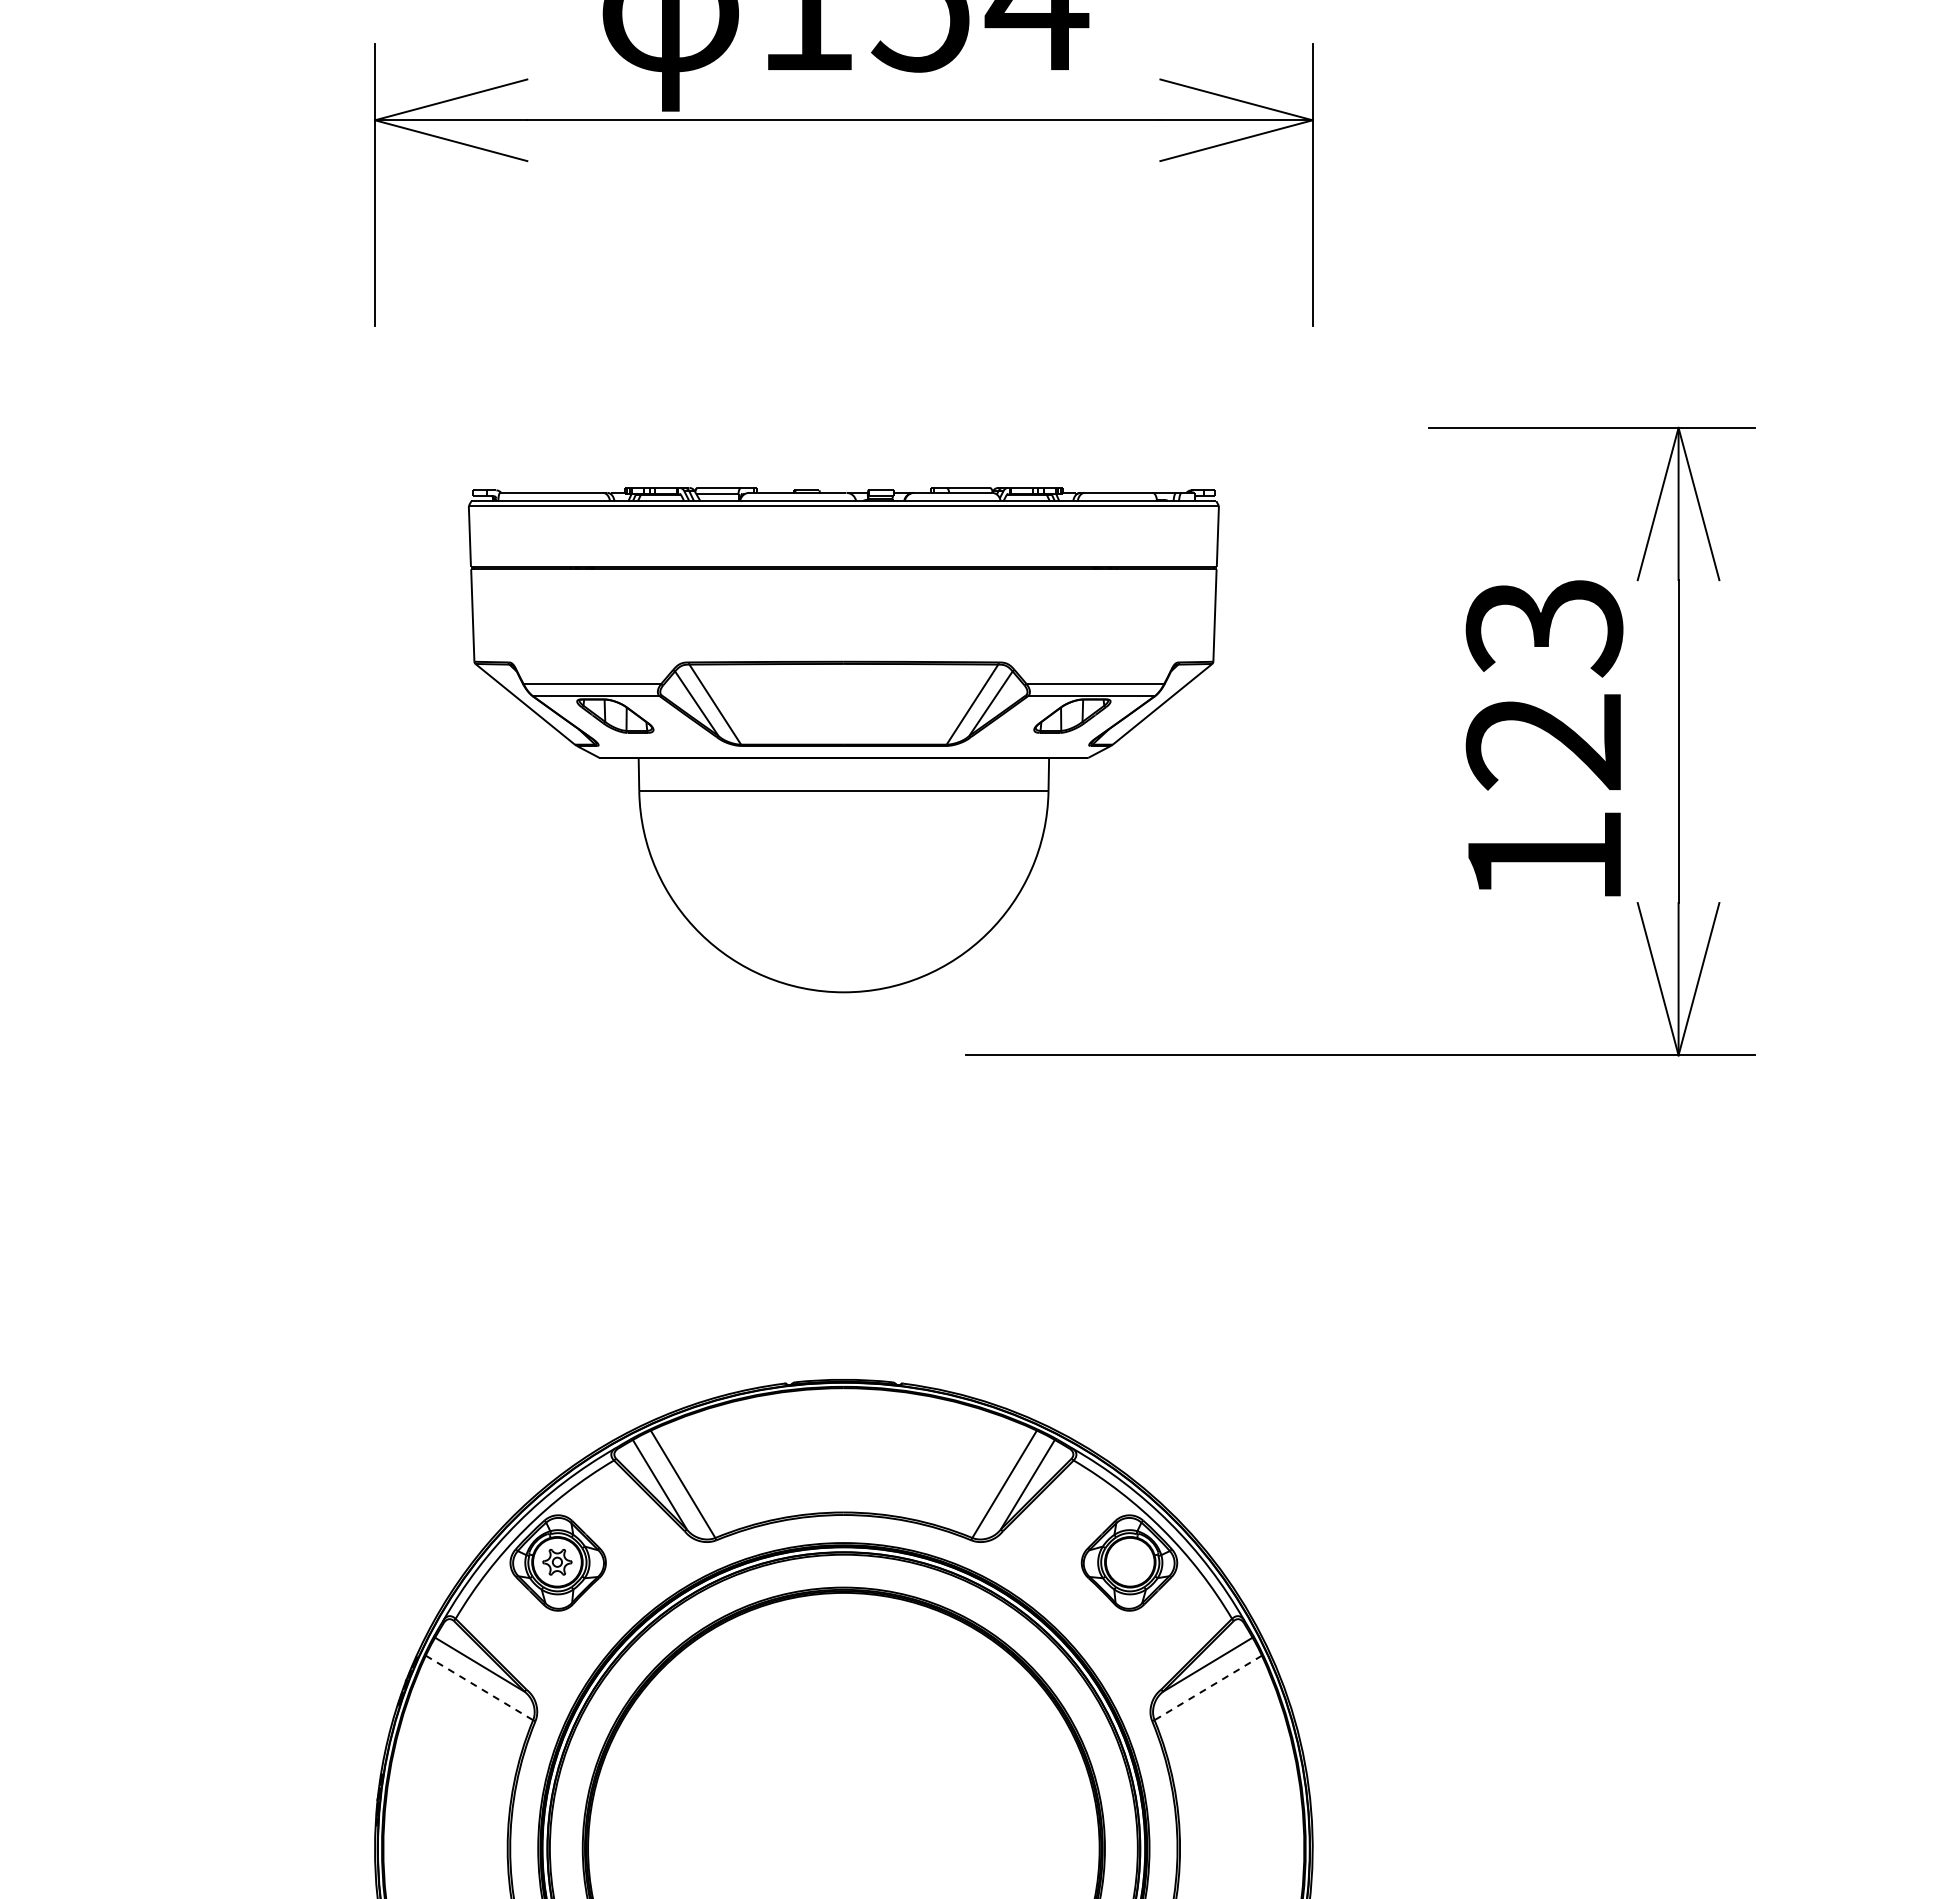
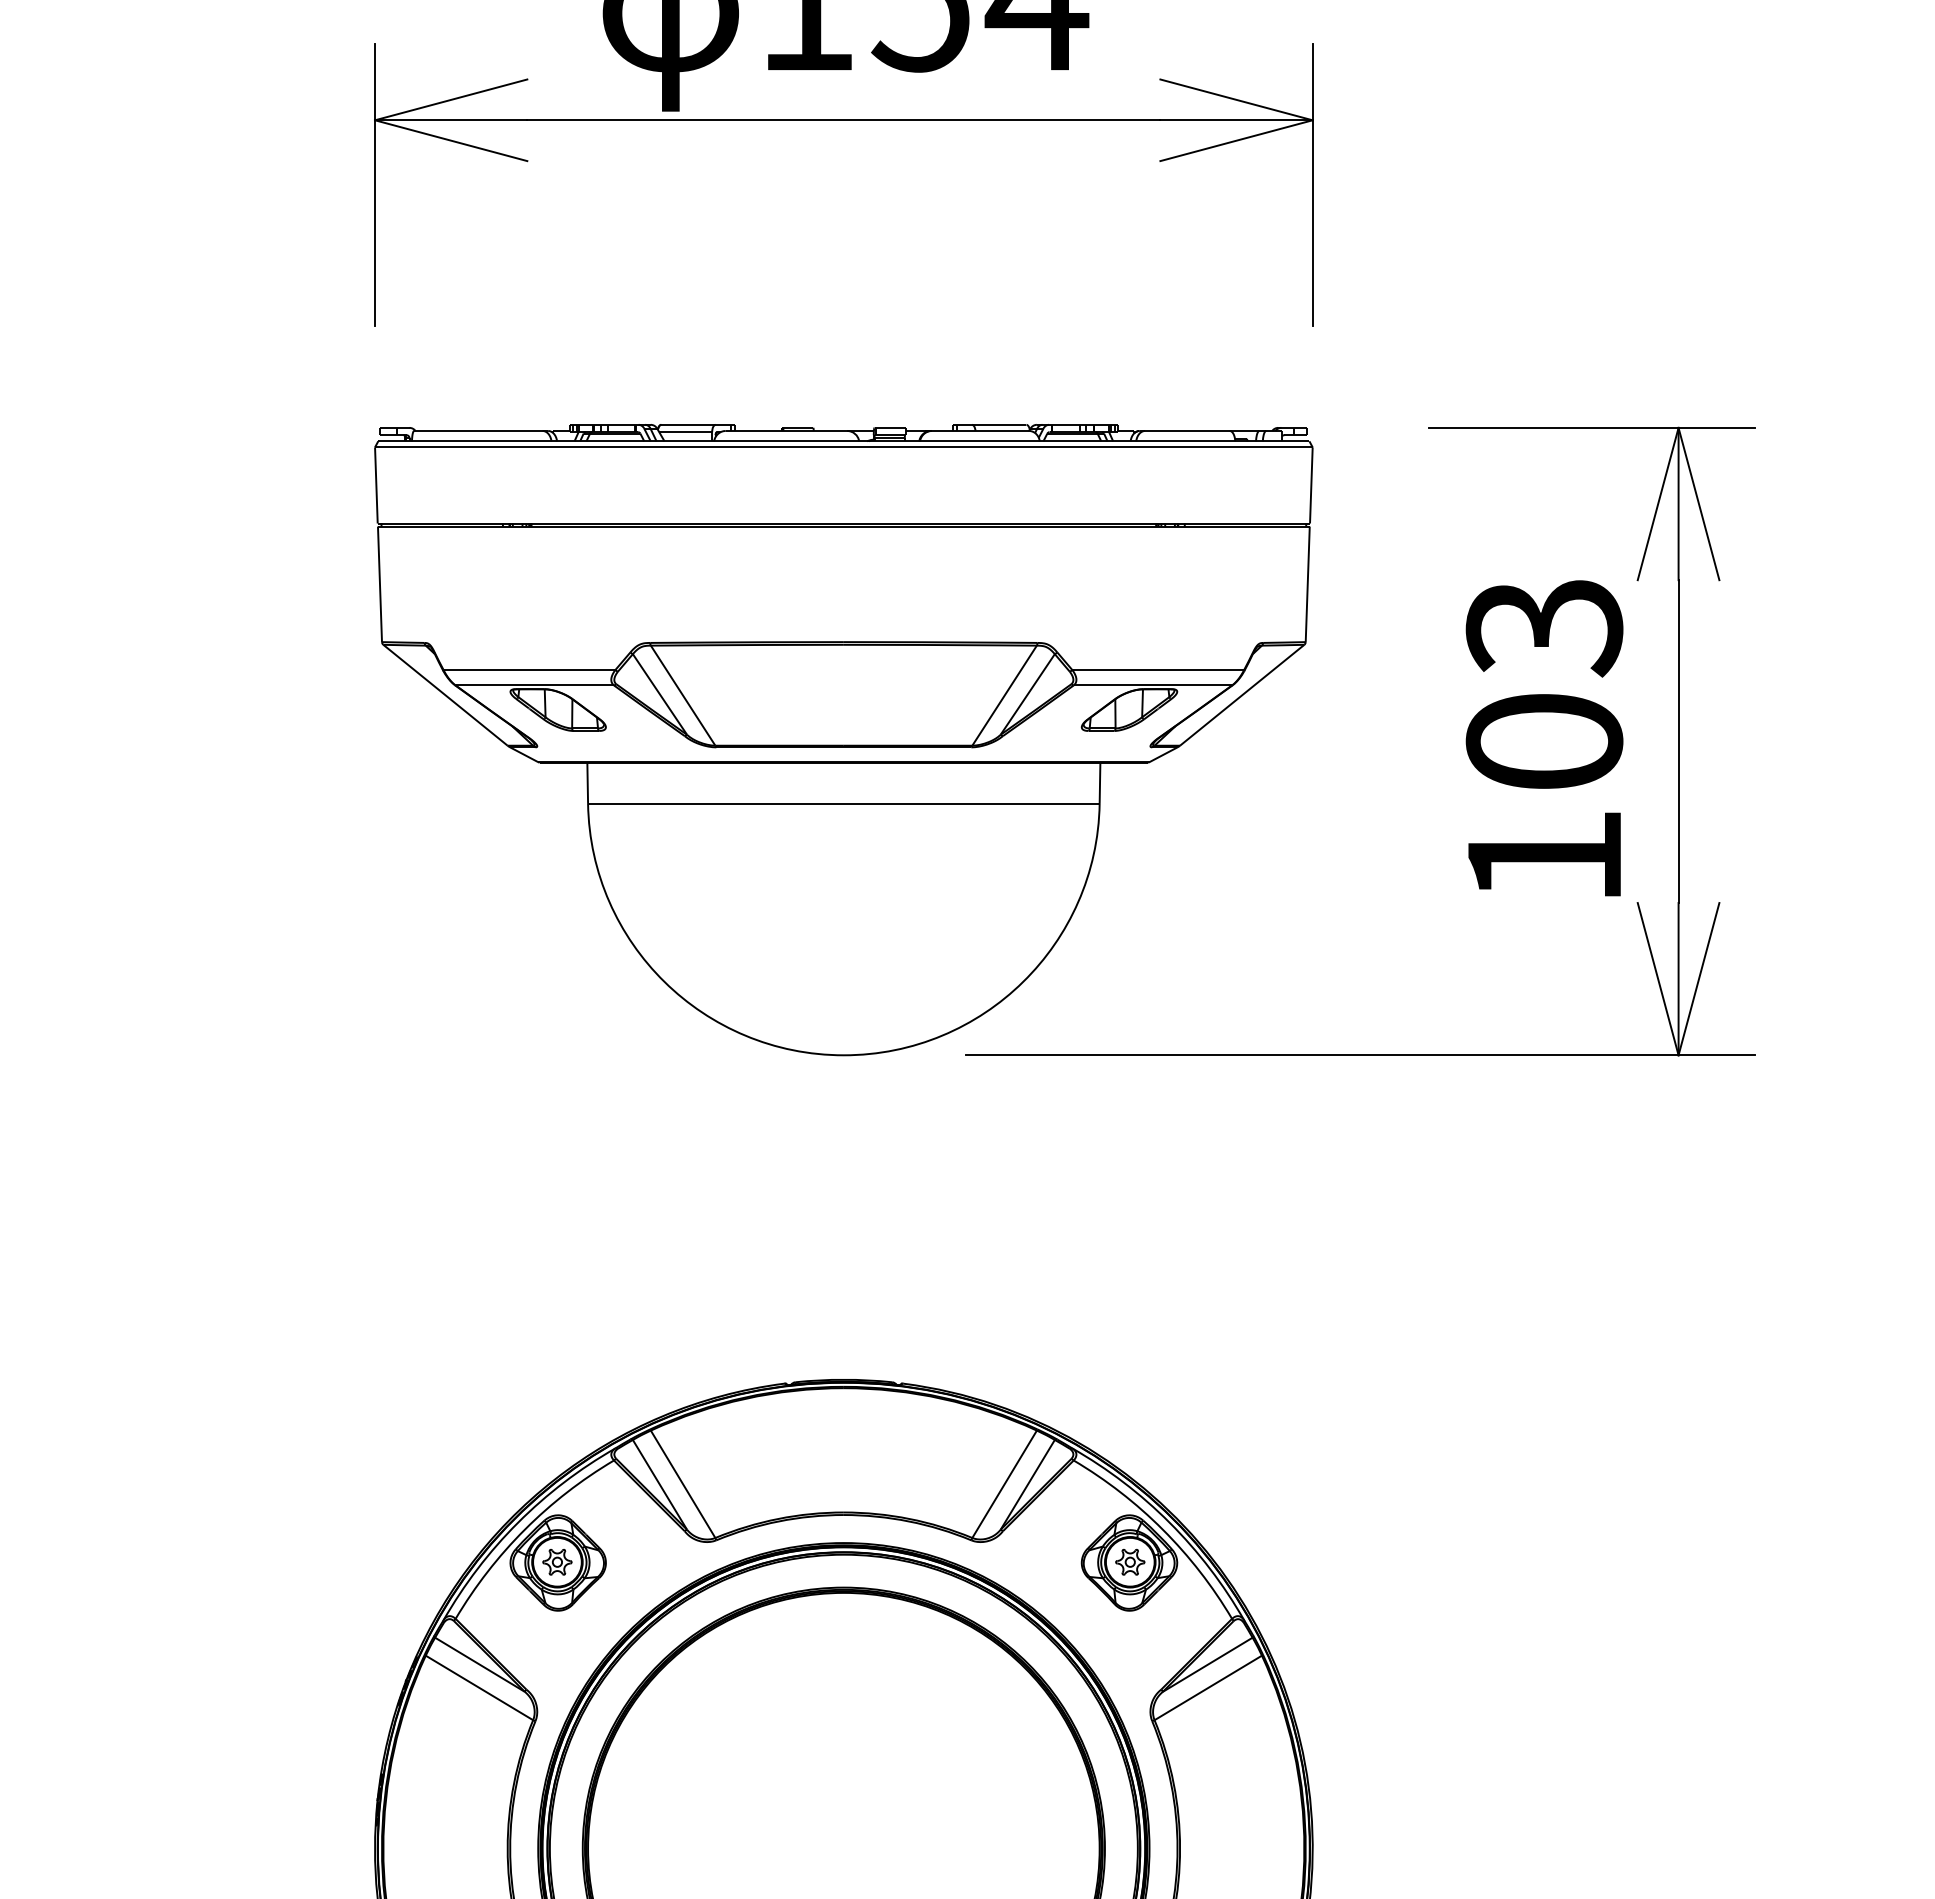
part at (843, 740) size: 752x507 px -> 940x633 px
text at (1544, 742): 123 -> 103
part at (1130, 1561): none -> present
line at (479, 1687): dashed -> solid
line at (1208, 1687): dashed -> solid
